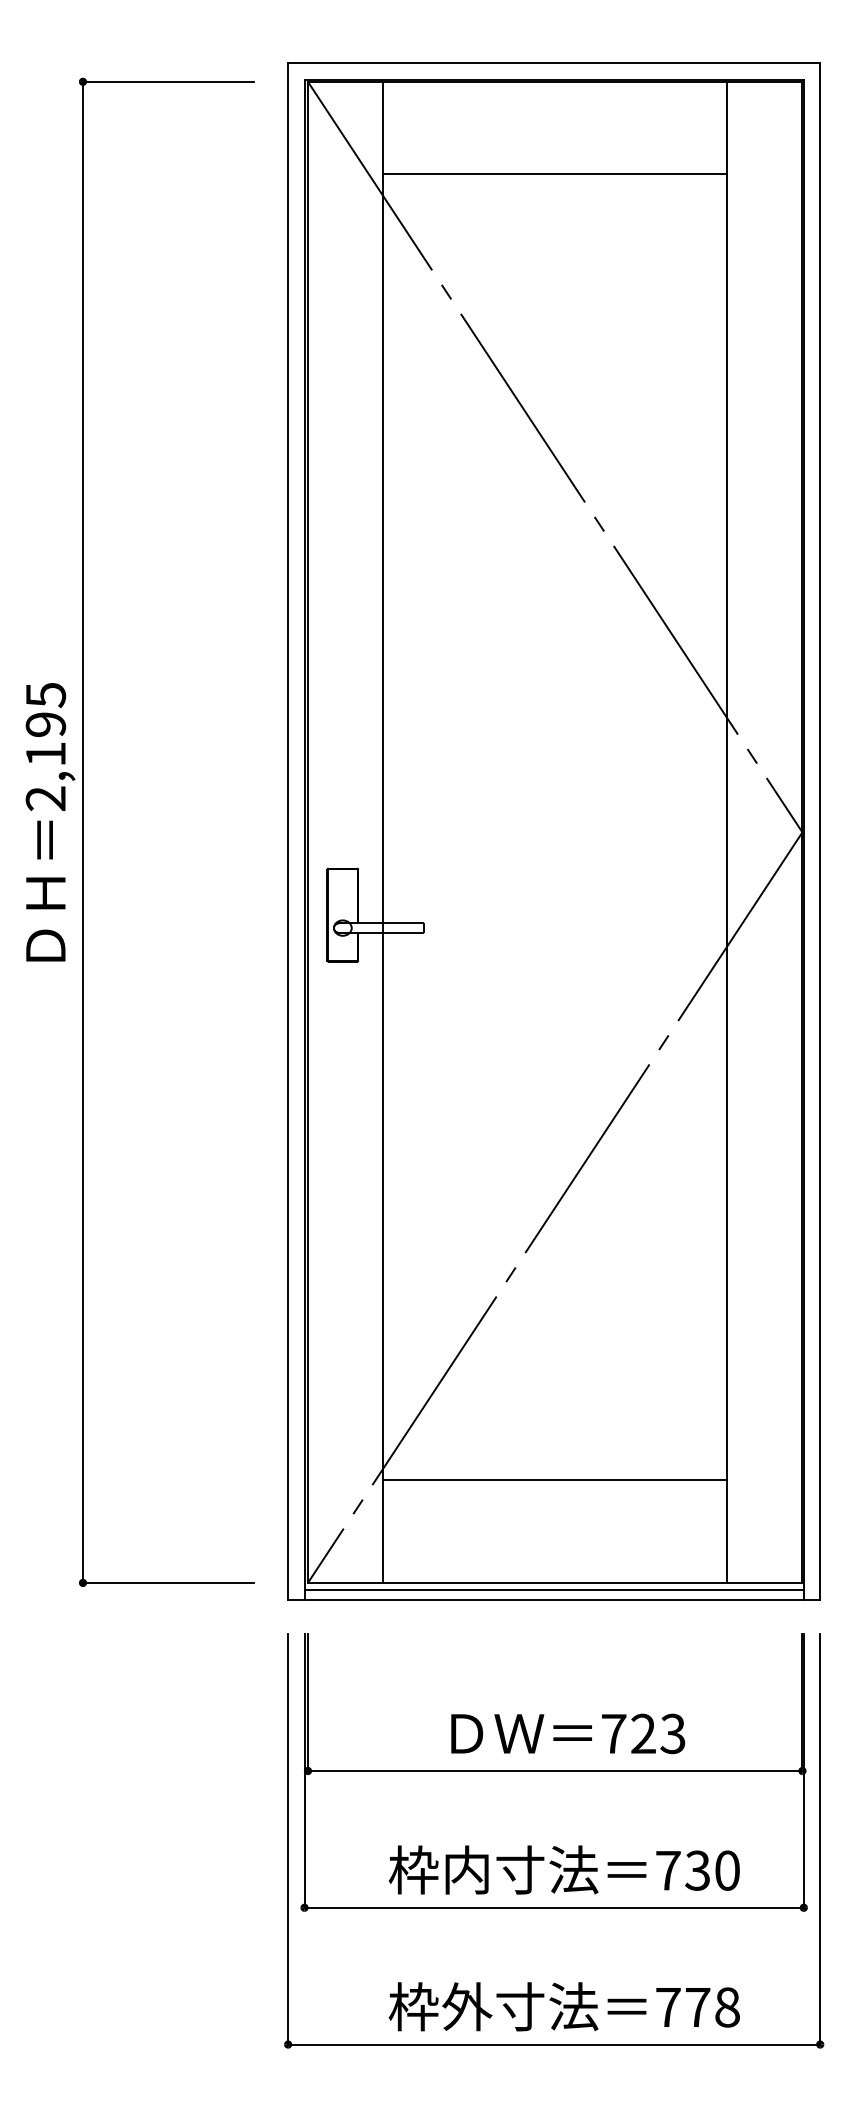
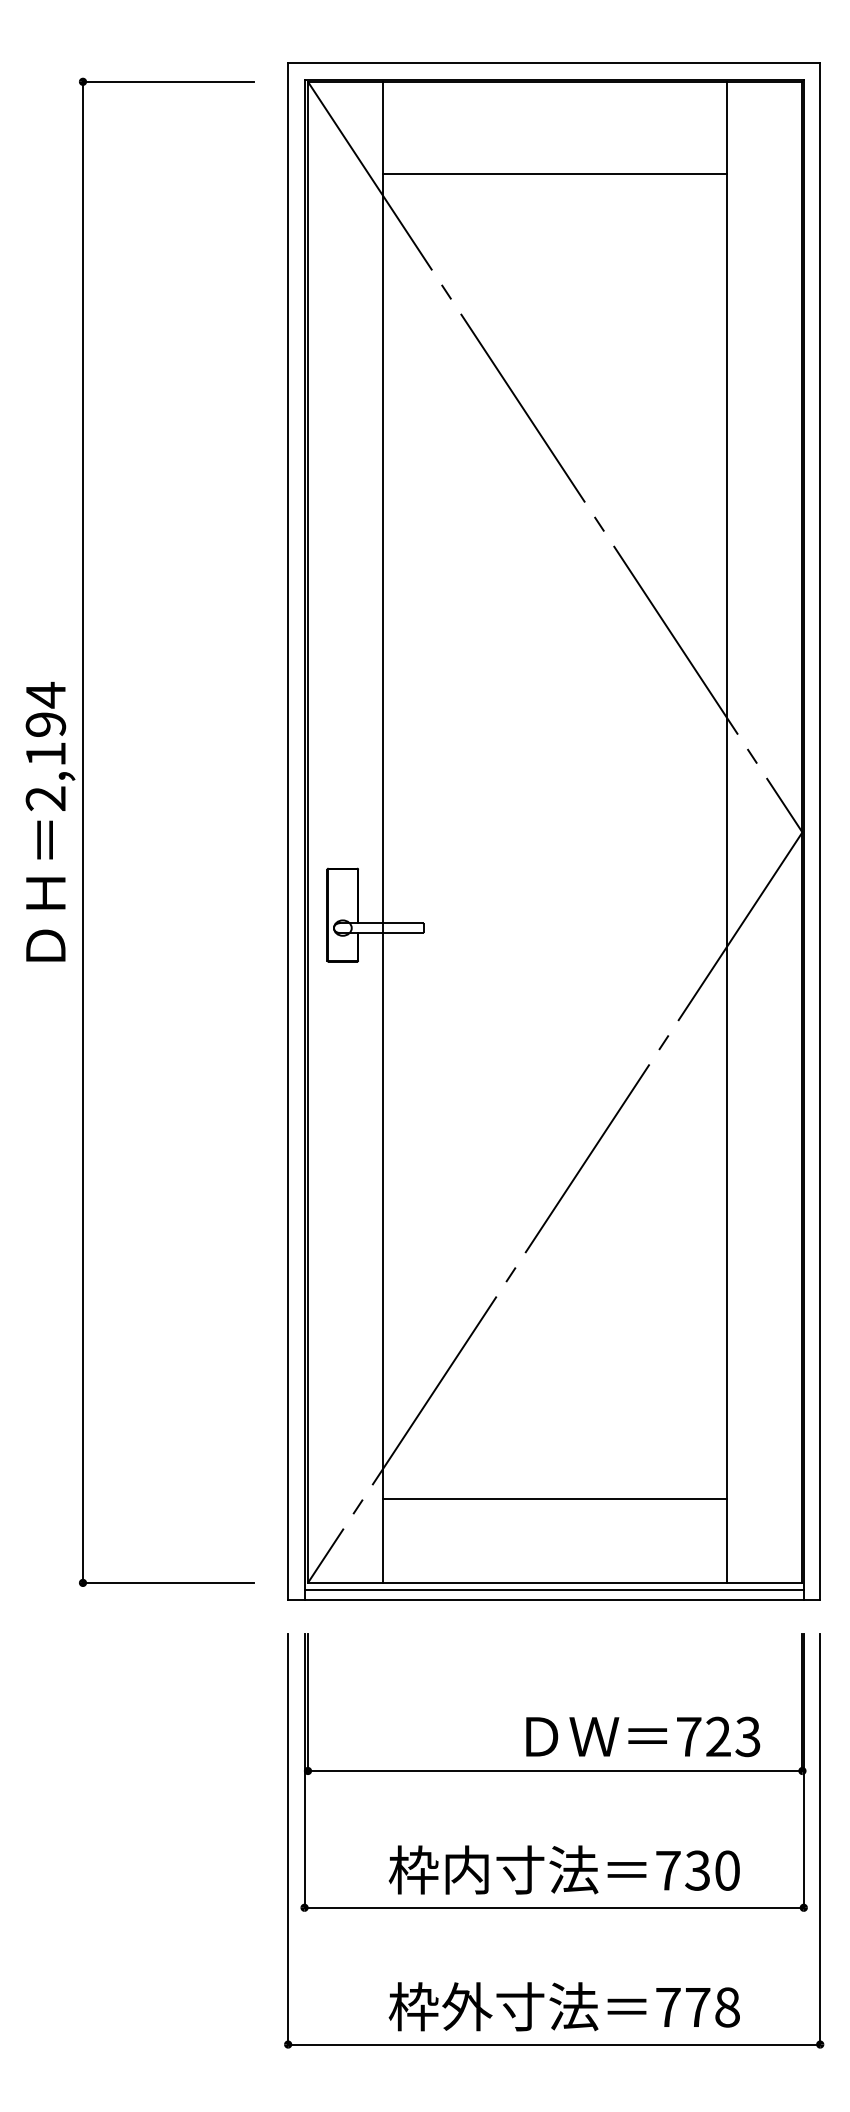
text at (46, 694): 2,195 -> 2,194
line at (555, 1480) position: (555, 1480) -> (555, 1499)
text at (568, 1733) position: (568, 1733) -> (643, 1736)
